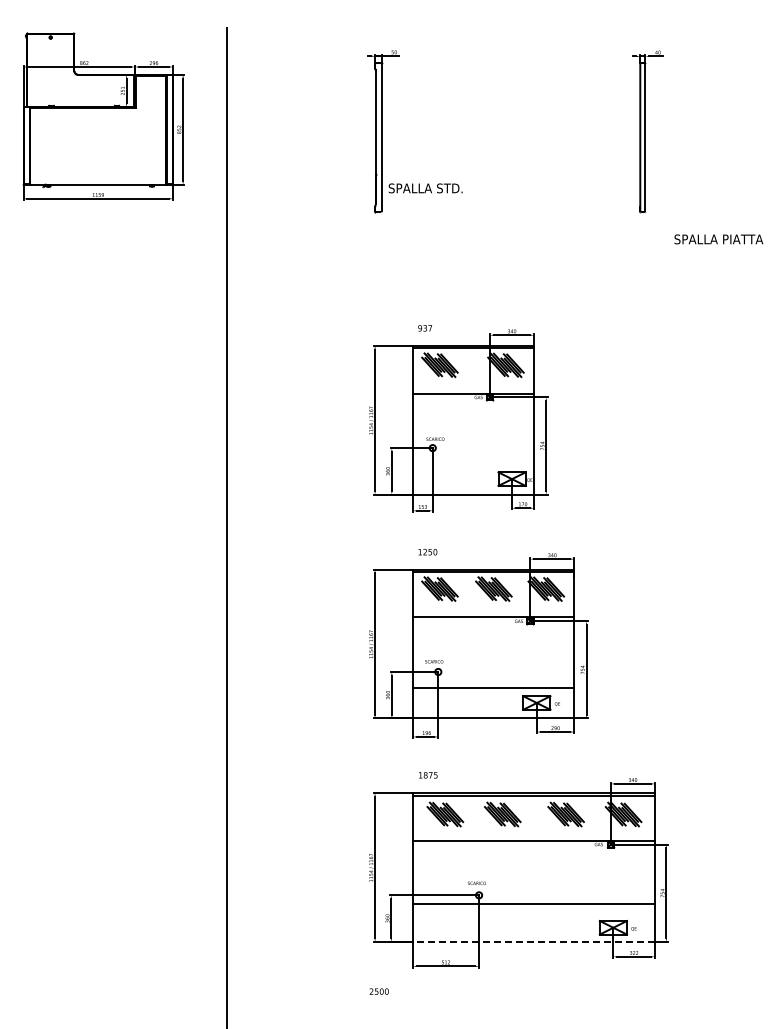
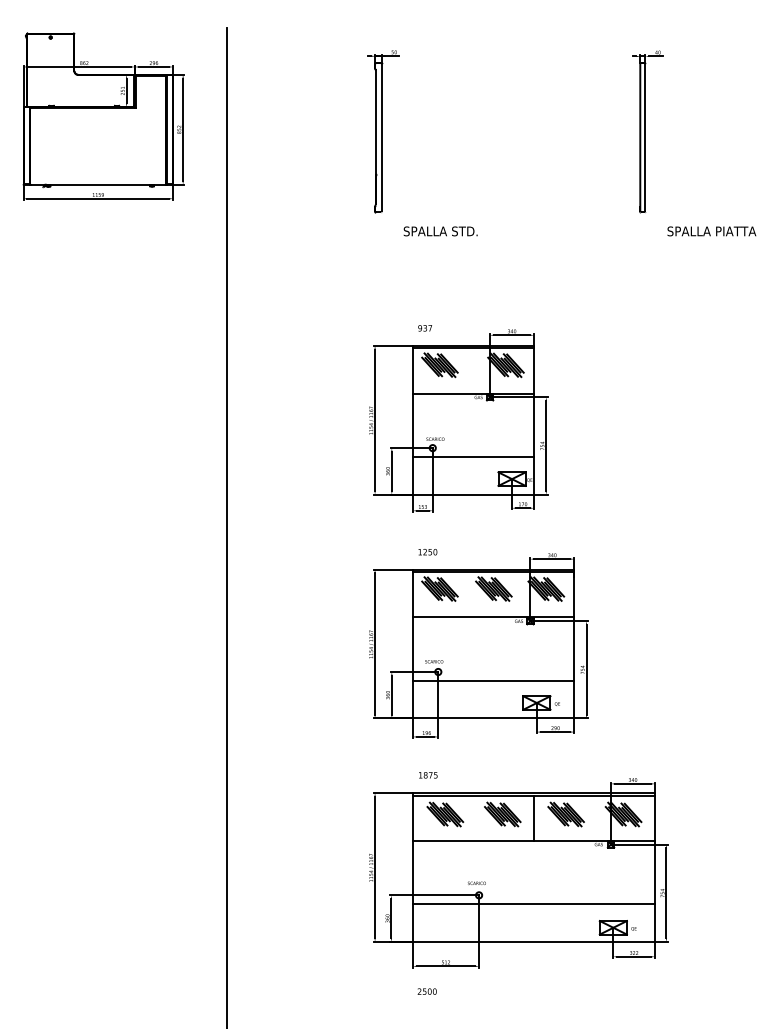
text at (425, 188) position: (425, 188) -> (440, 231)
text at (718, 239) position: (718, 239) -> (711, 231)
line at (473, 457): none -> present
line at (493, 688) position: (493, 688) -> (493, 681)
line at (533, 817): none -> present
line at (533, 941): dashed -> solid
text at (378, 991) position: (378, 991) -> (426, 991)
